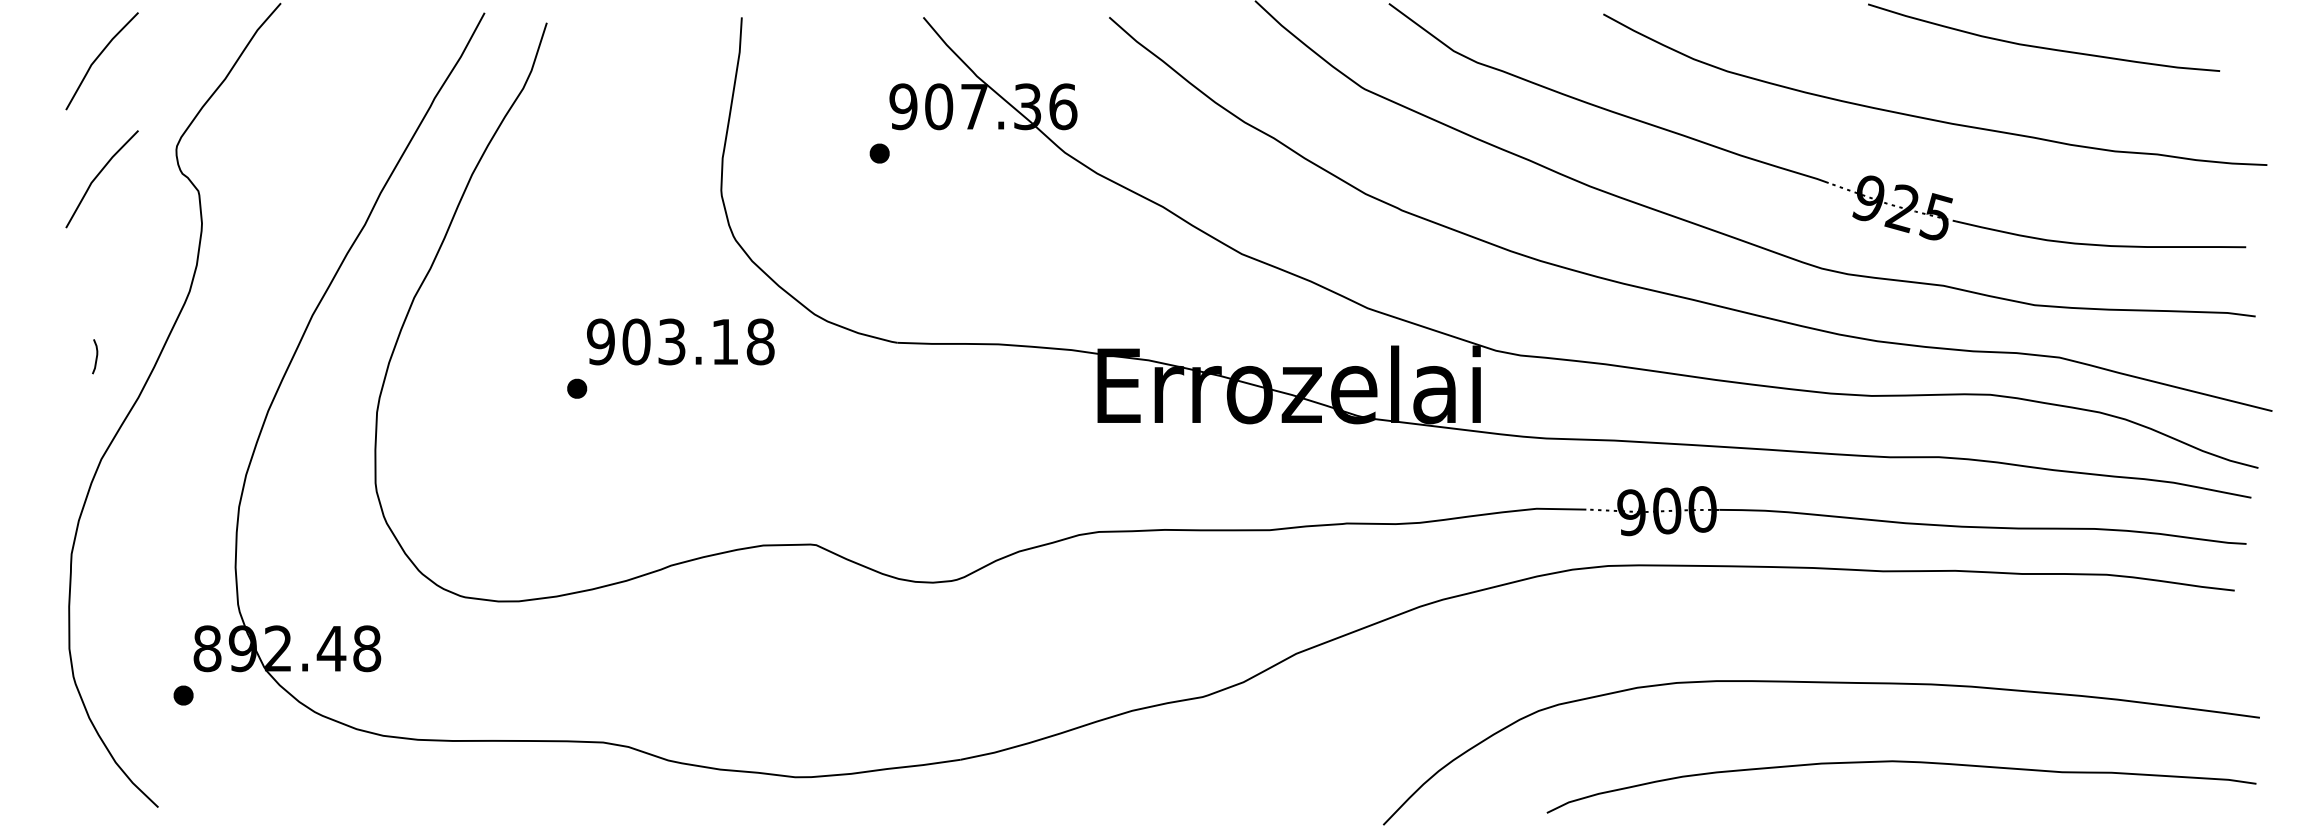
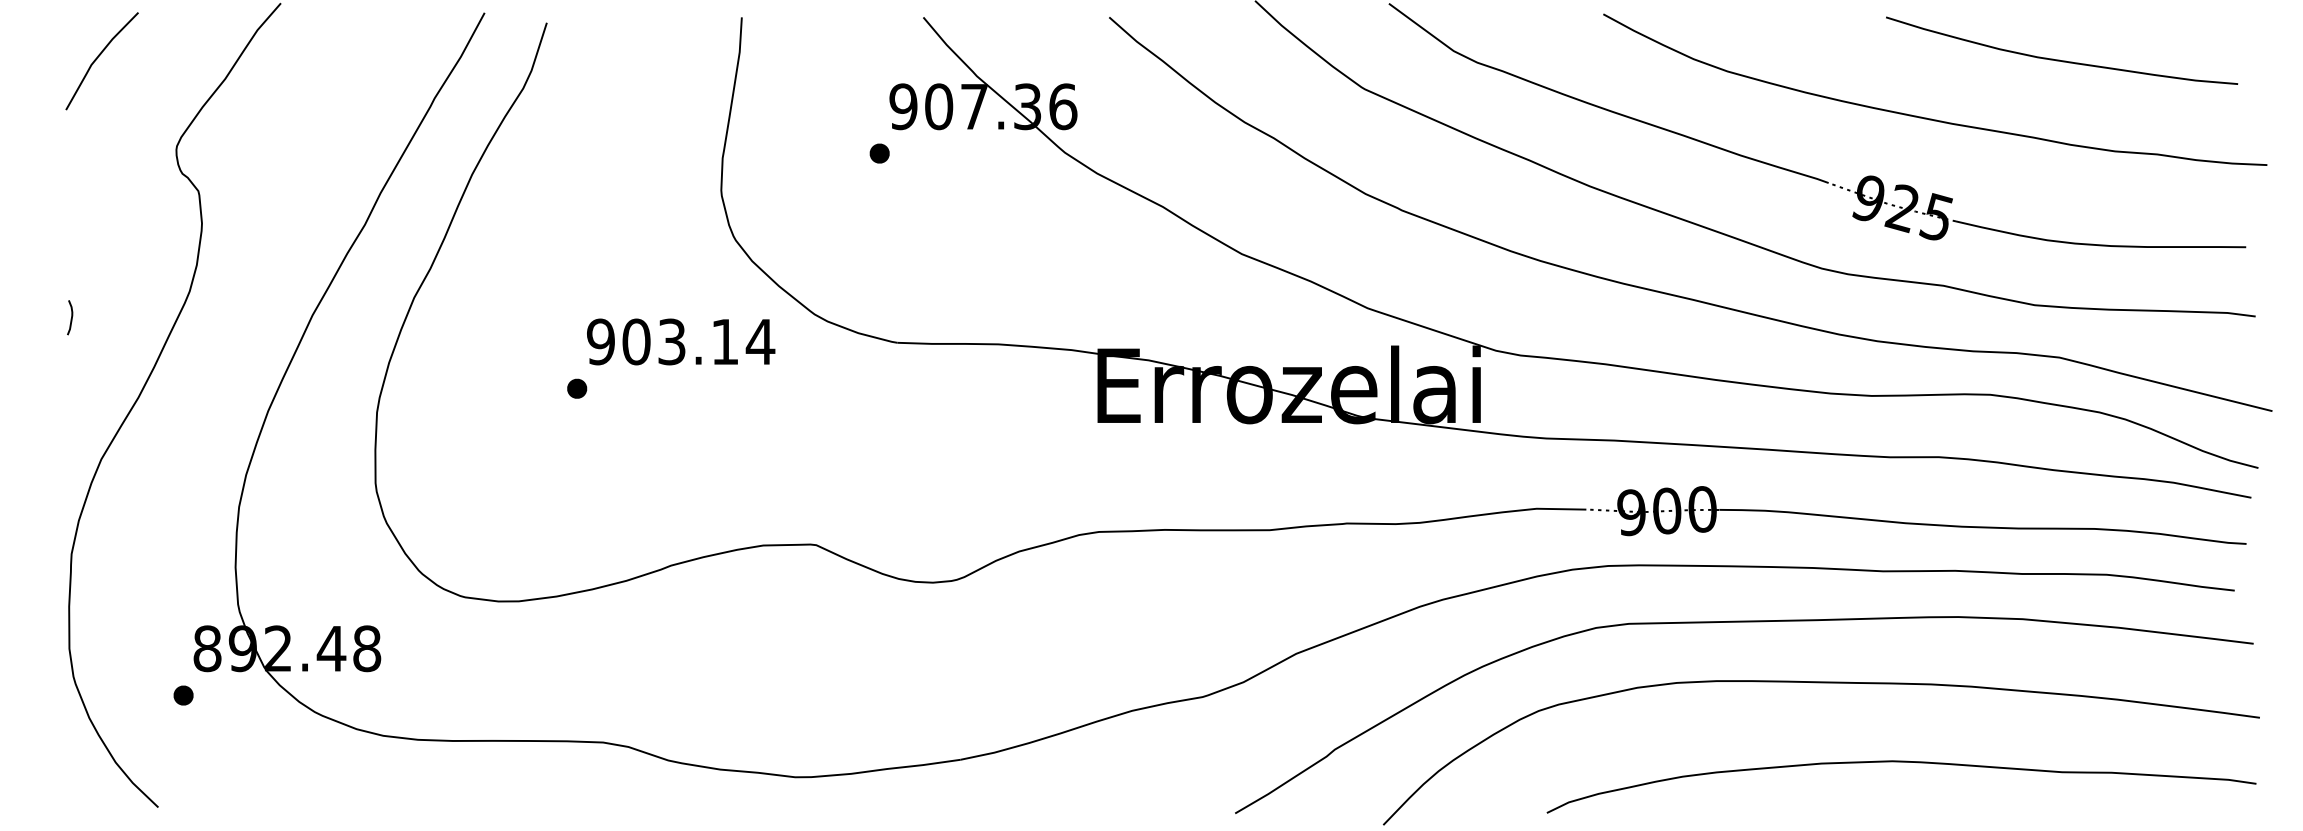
curve at (2041, 46) position: (2041, 46) -> (2059, 59)
line at (97, 177): present -> none
text at (760, 341): 903.18 -> 903.14
curve at (96, 356) position: (96, 356) -> (71, 317)
curve at (1744, 622): none -> present
